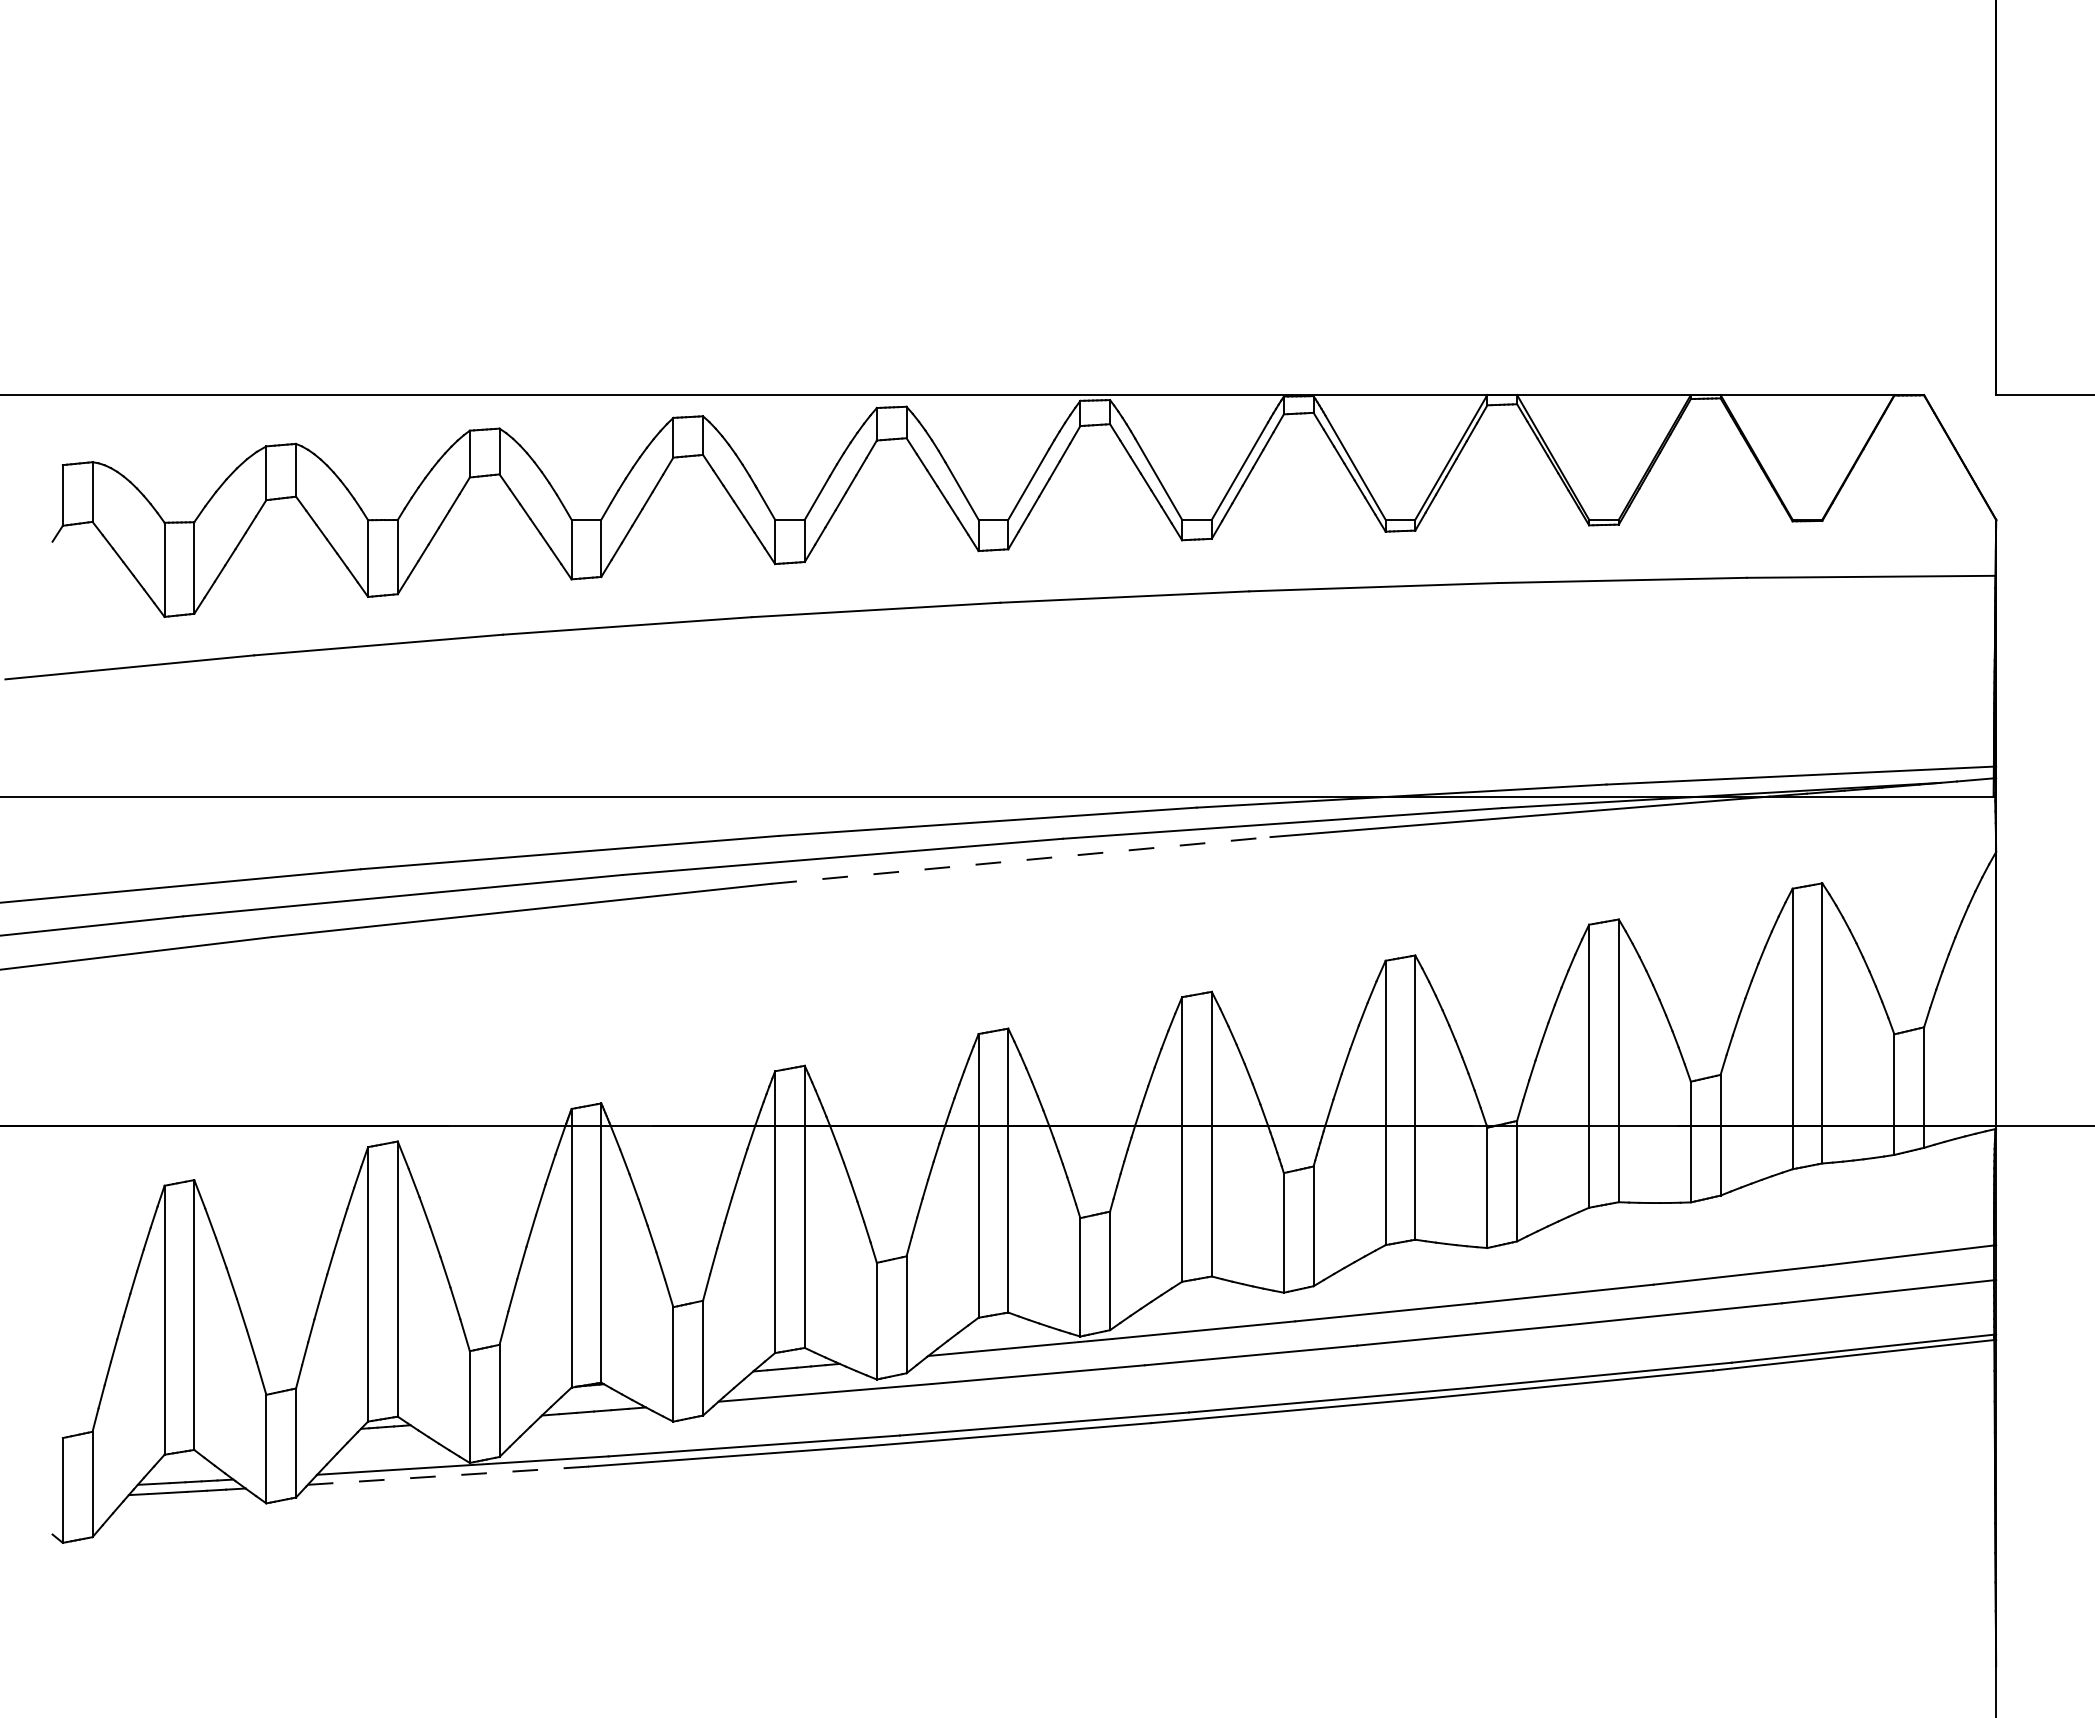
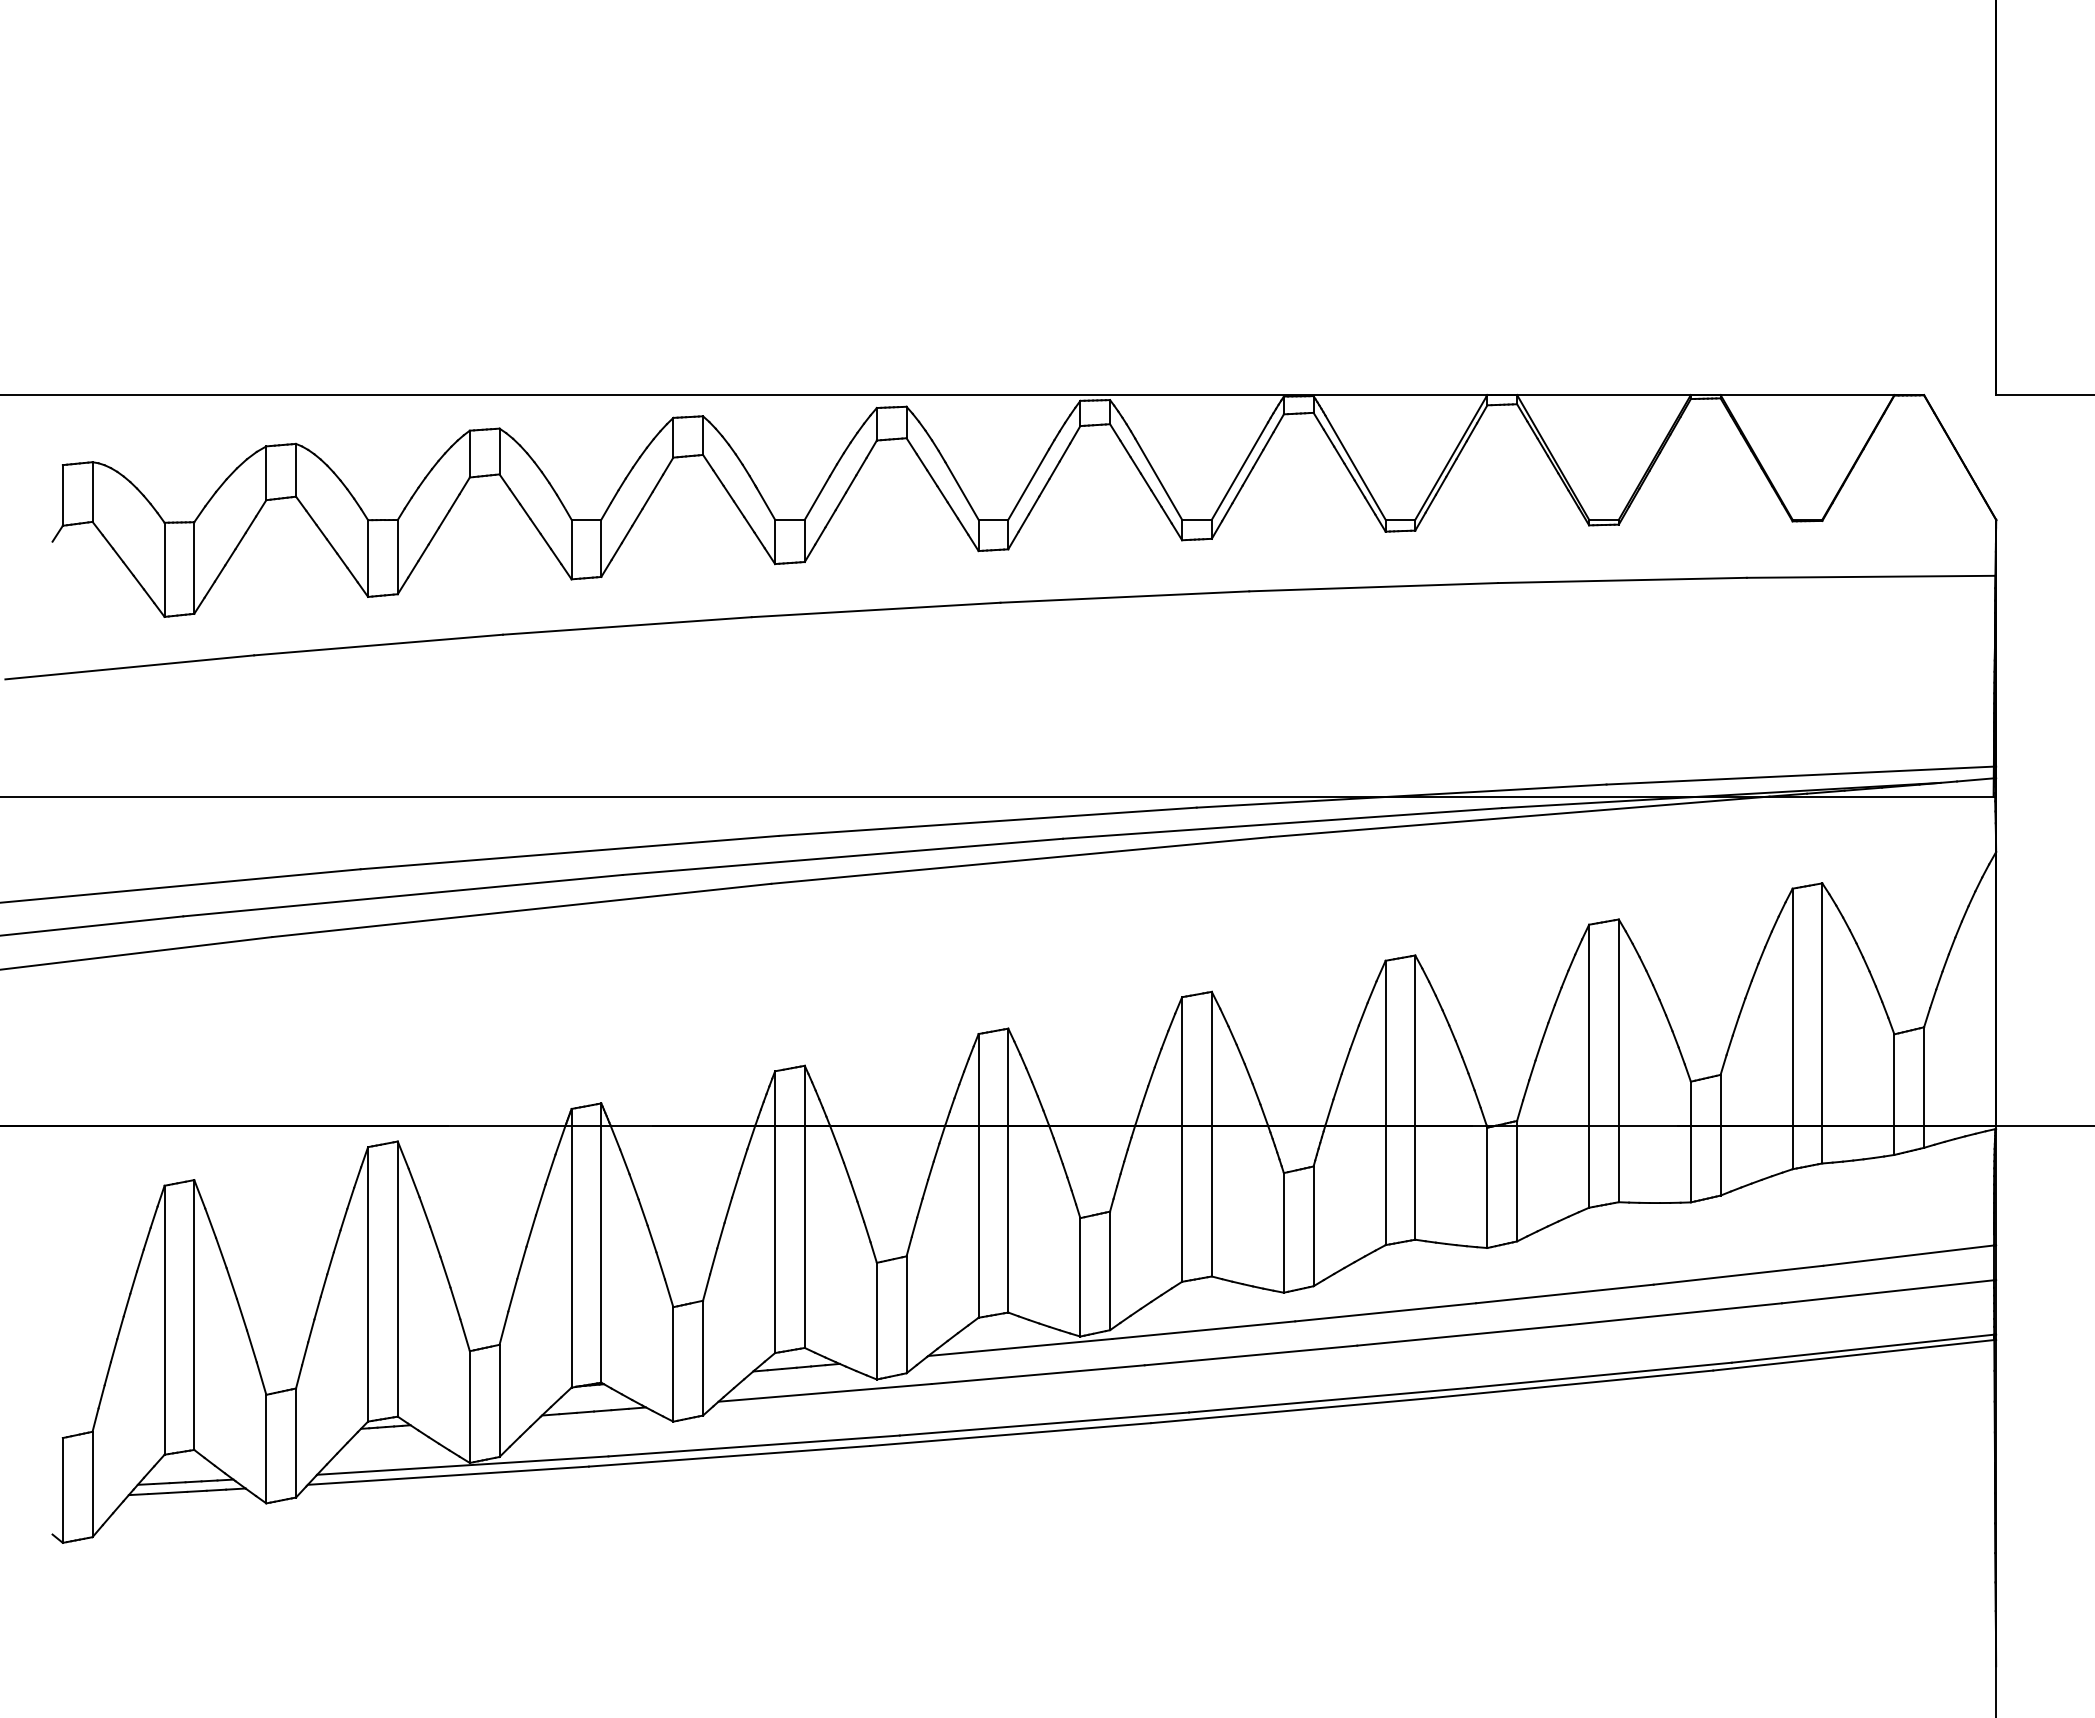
line at (1020, 860): dashed -> solid
line at (448, 1475): dashed -> solid
